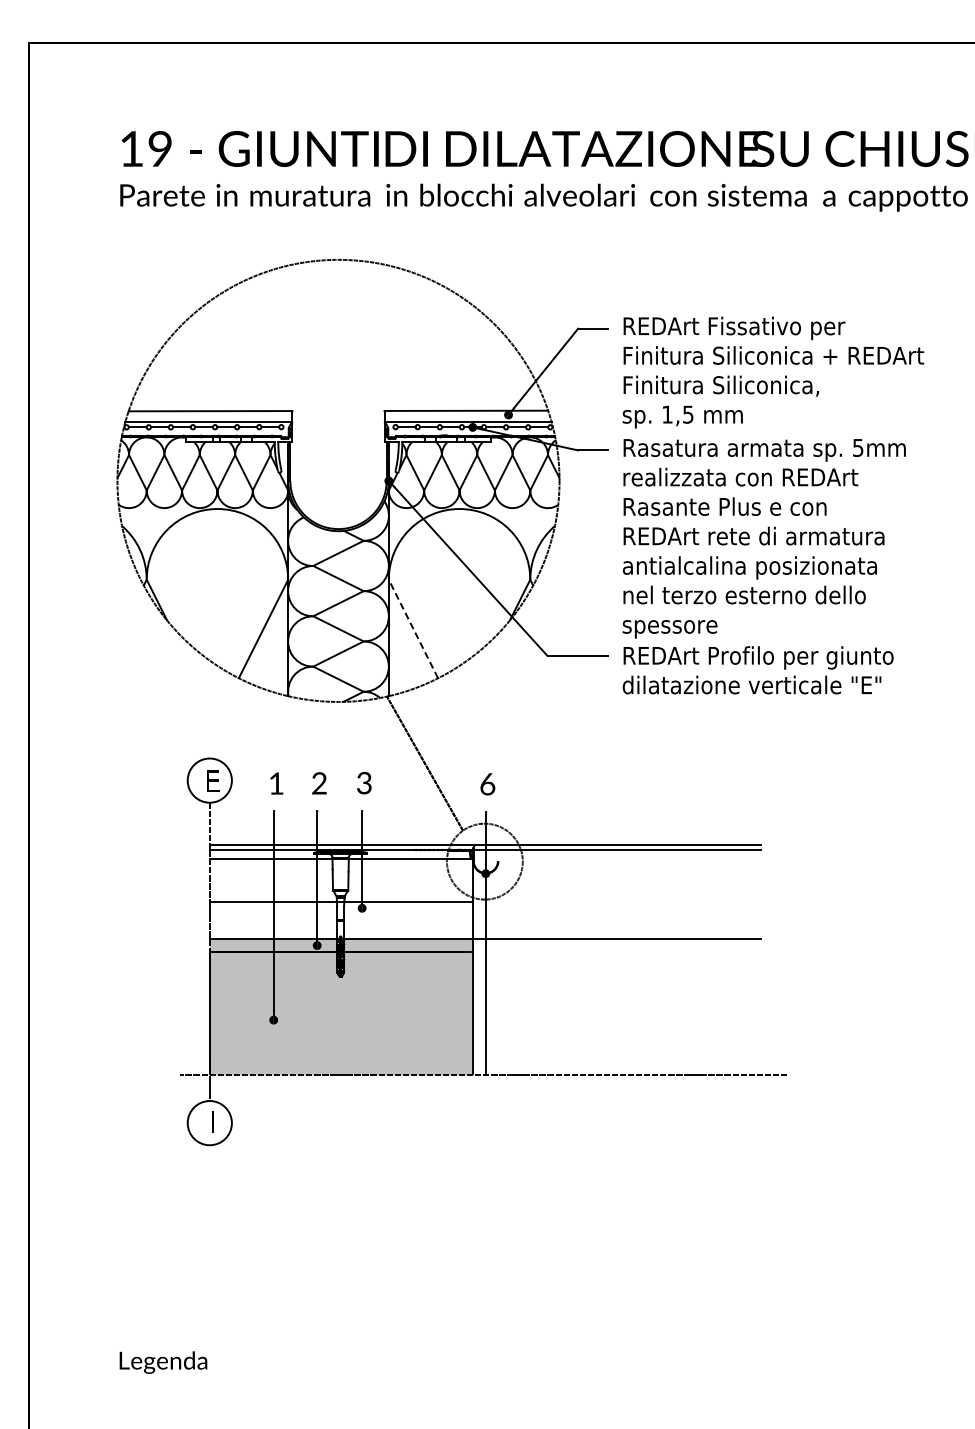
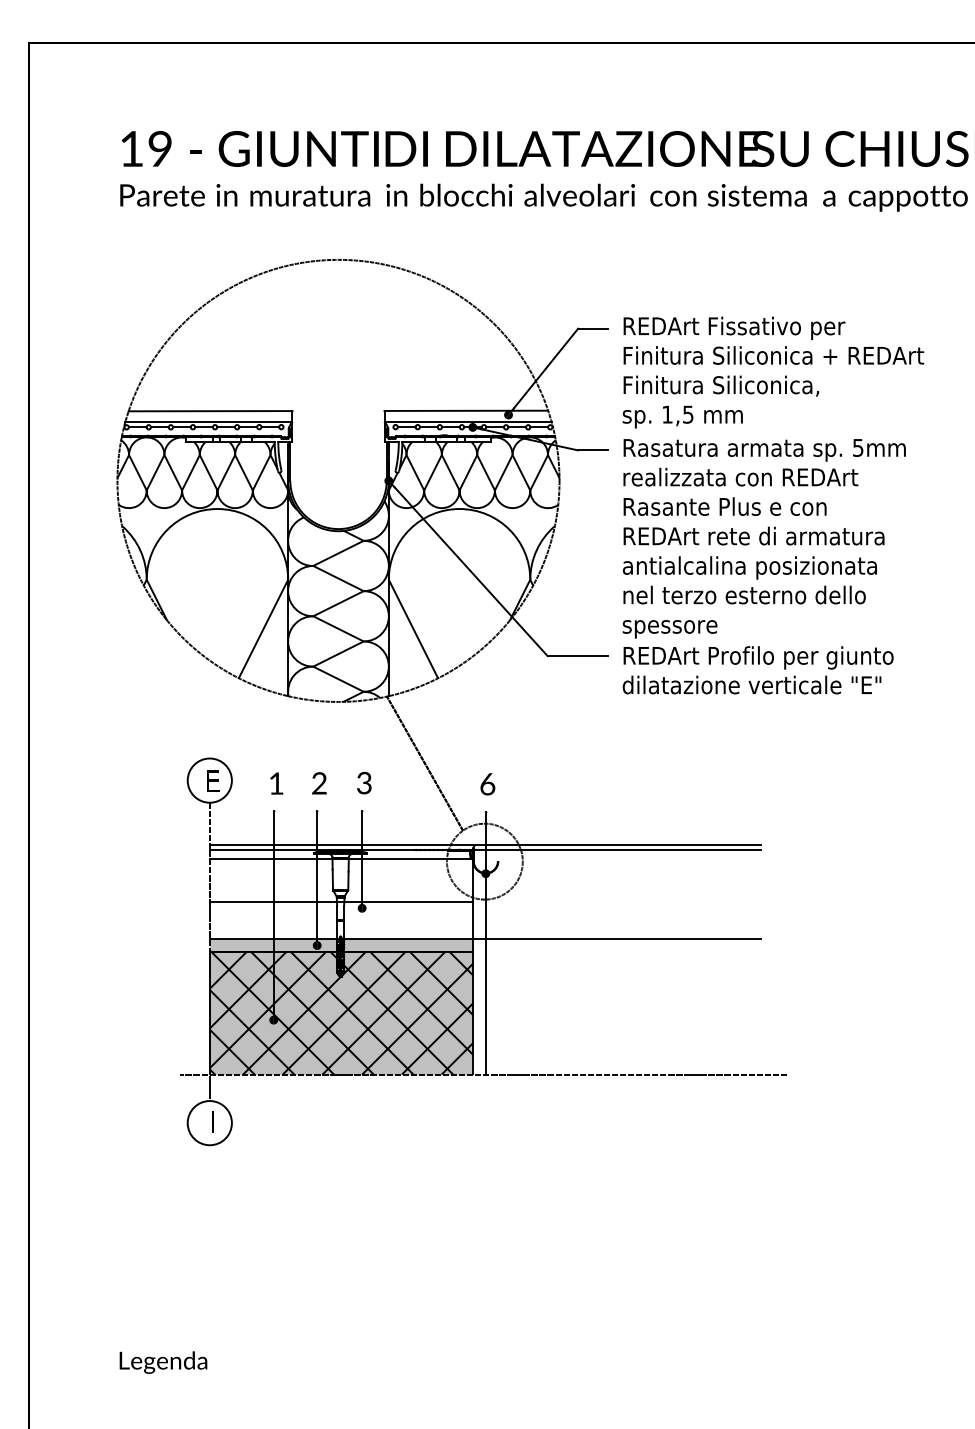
line at (413, 628): dashed -> solid
hatch at (341, 1012): none -> present
